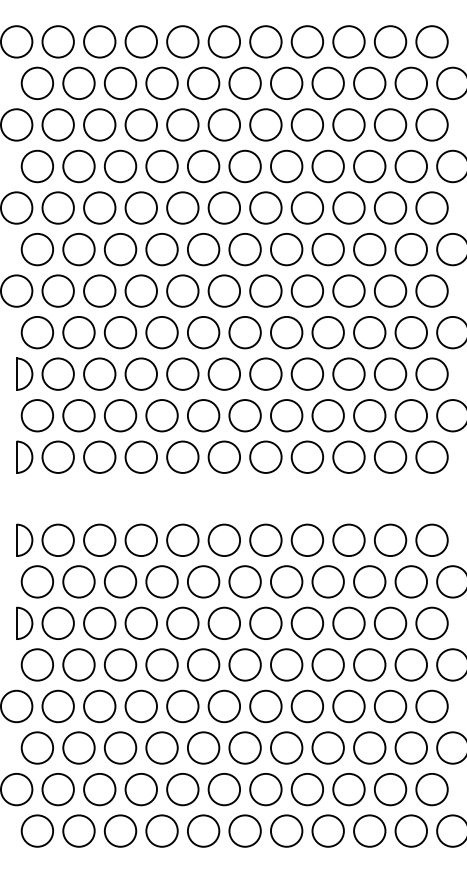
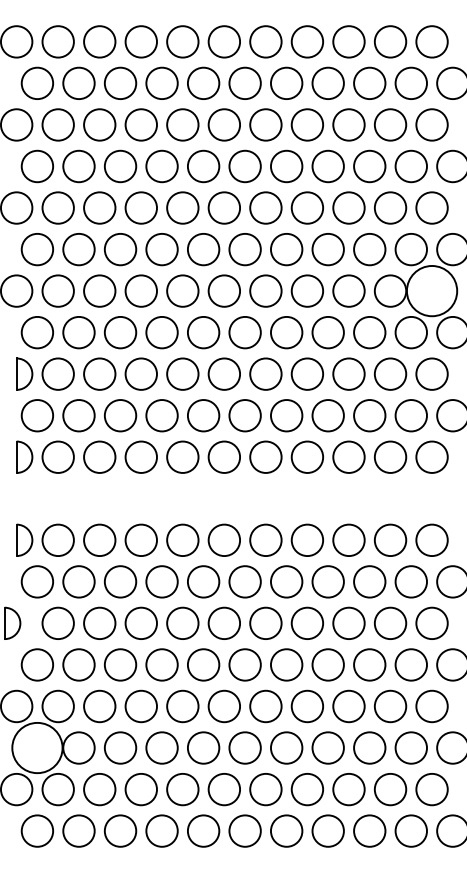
circle at (431, 290) diameter: 31 px -> 50 px
part at (24, 622) position: (24, 622) -> (12, 622)
circle at (37, 747) diameter: 31 px -> 50 px
